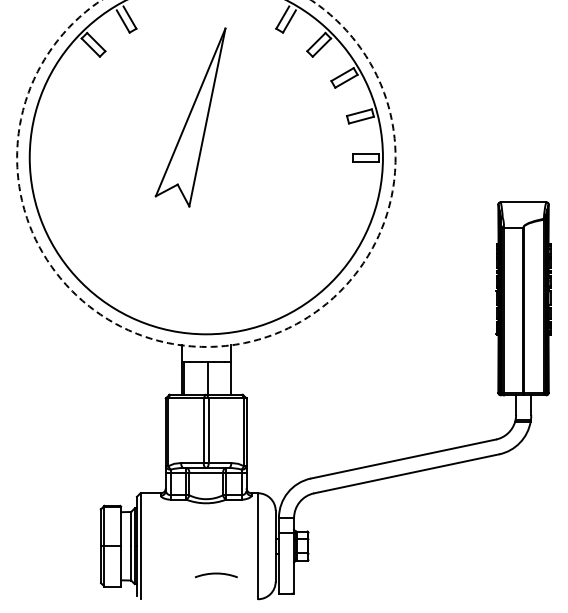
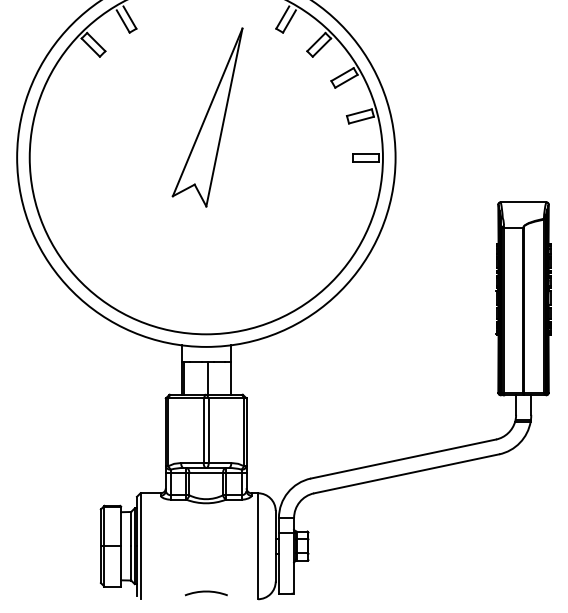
part at (190, 117) position: (190, 117) -> (207, 117)
circle at (206, 173): dashed -> solid
arc at (215, 574) position: (215, 574) -> (205, 592)
